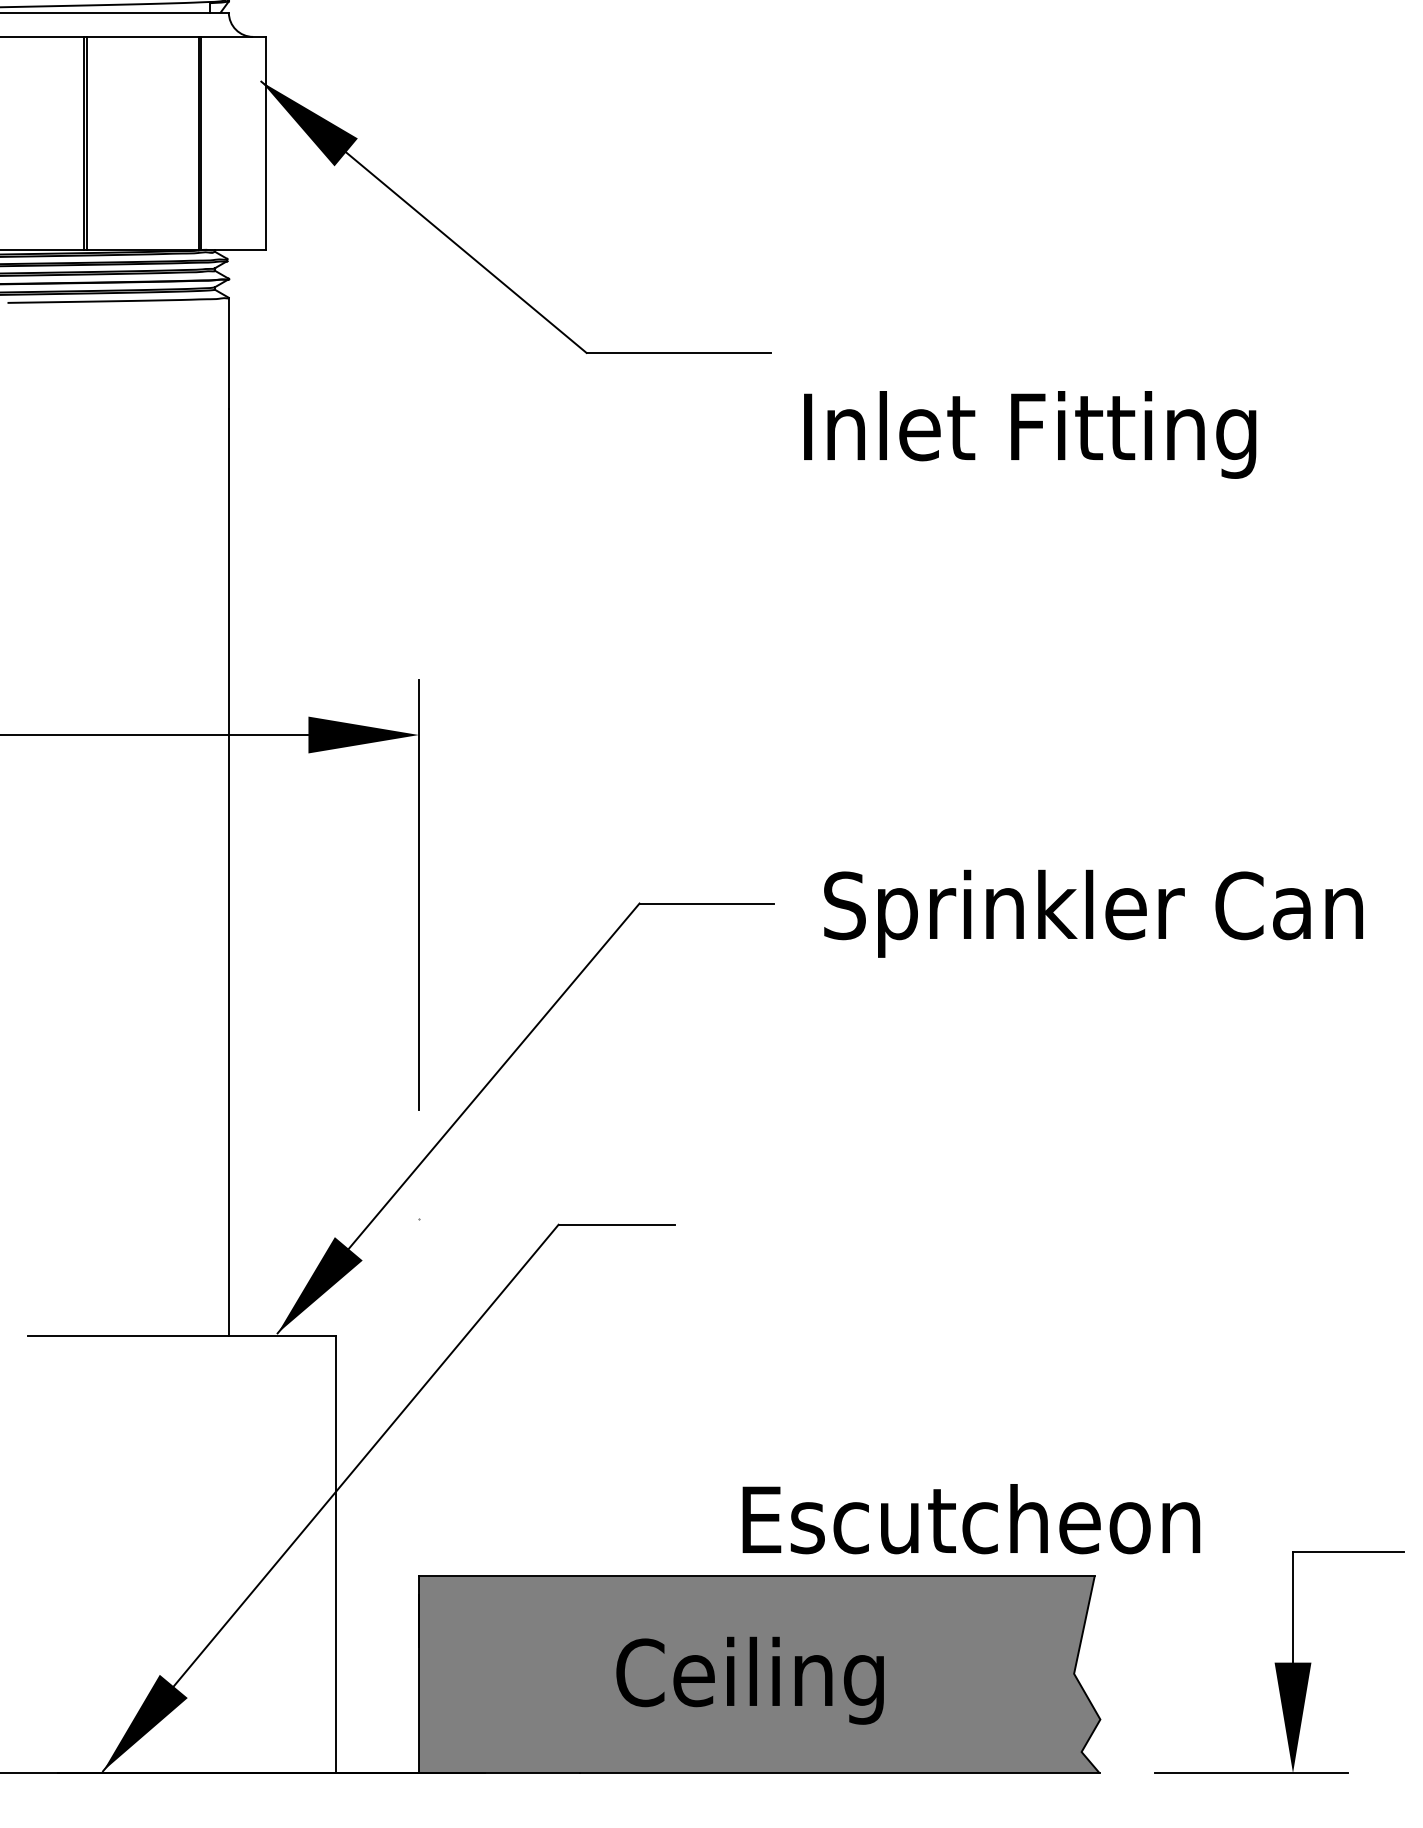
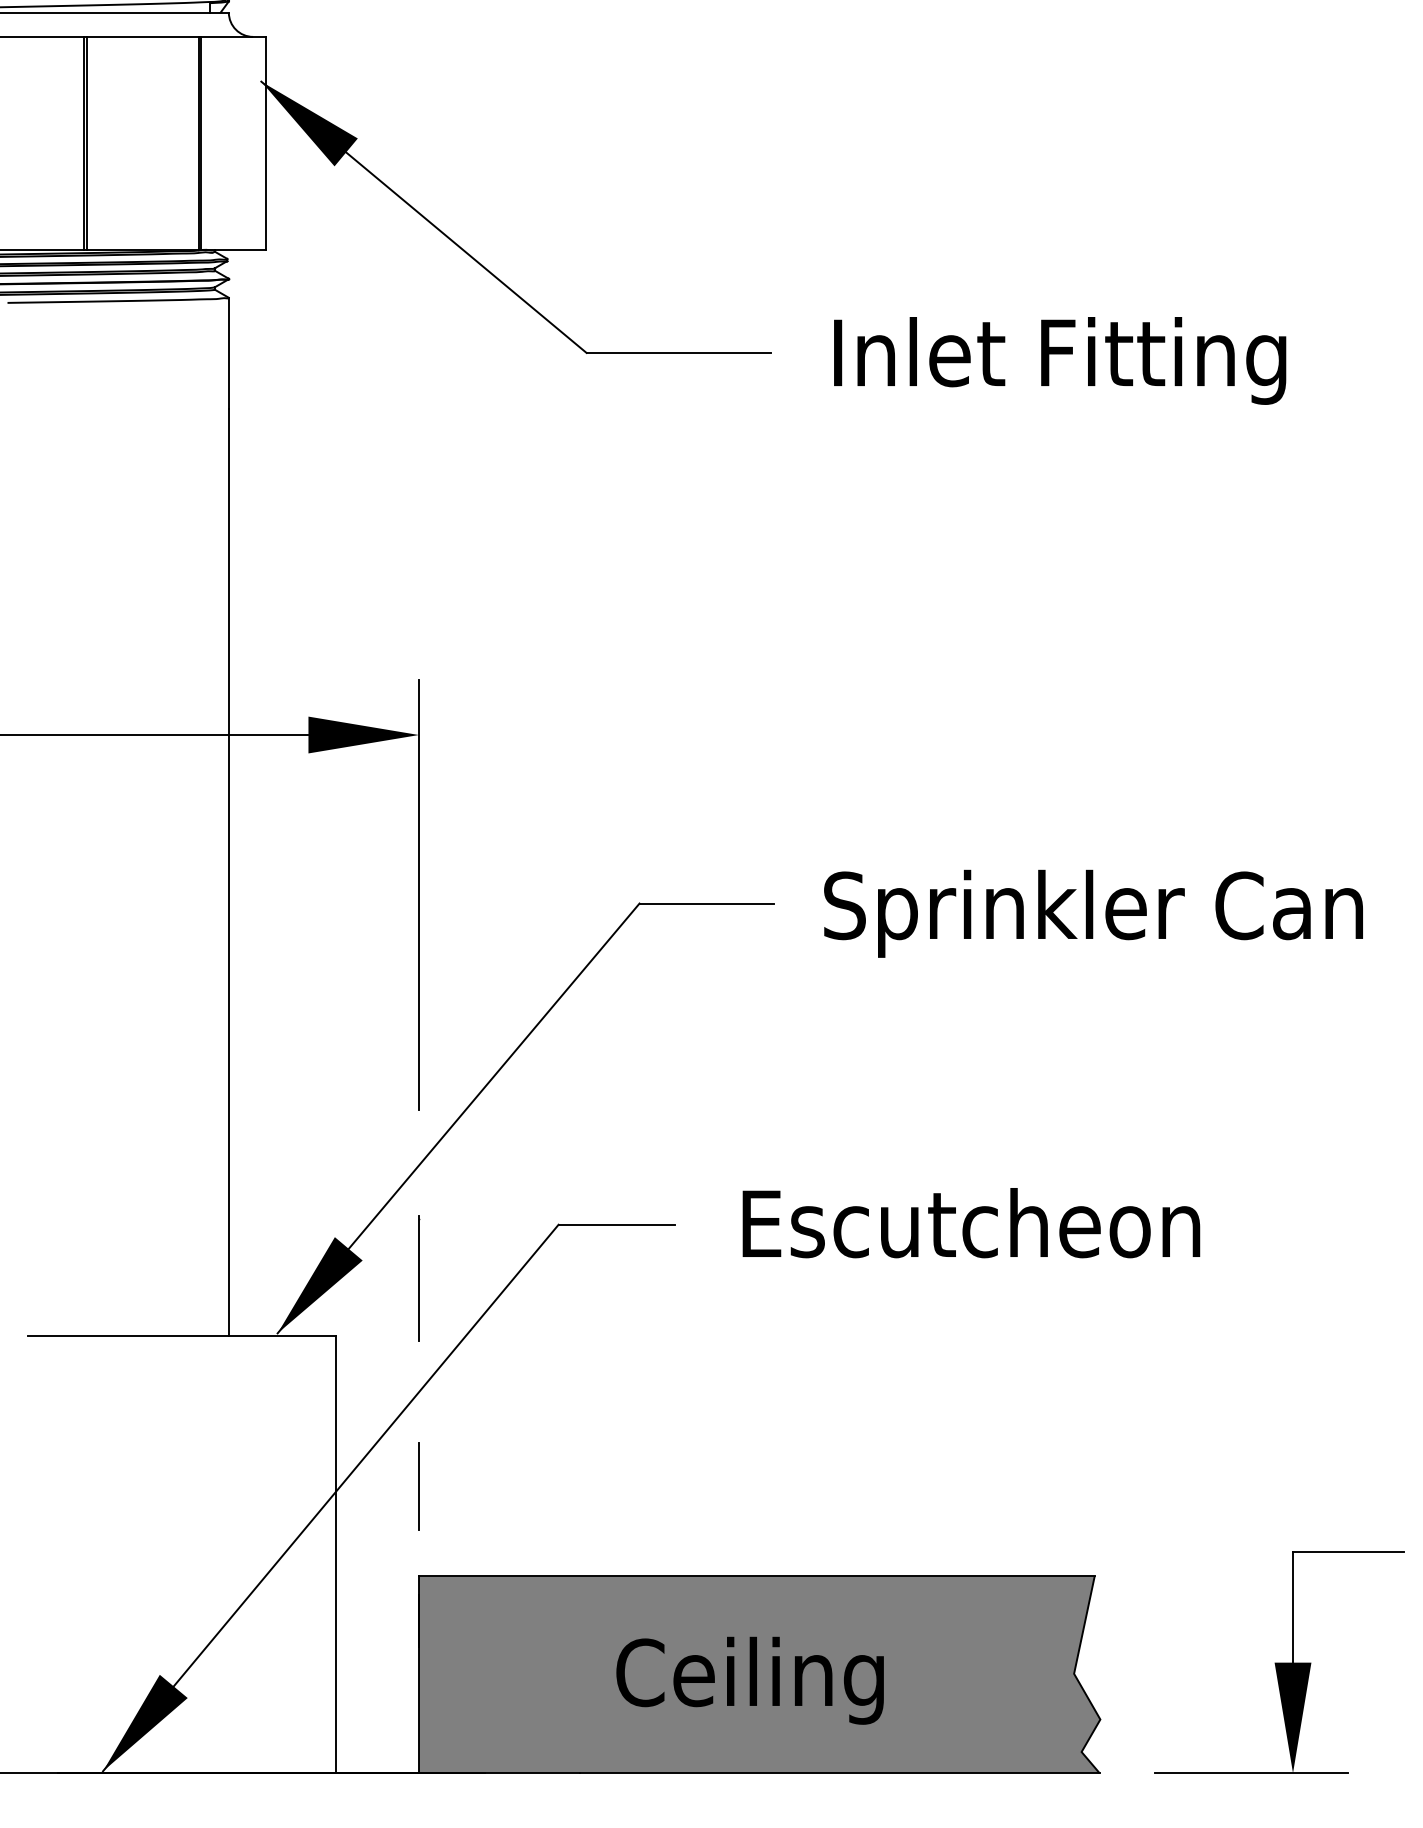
text at (1030, 434) position: (1030, 434) -> (1060, 360)
line at (418, 1278): none -> present
line at (418, 1486): none -> present
text at (971, 1519) position: (971, 1519) -> (971, 1223)
